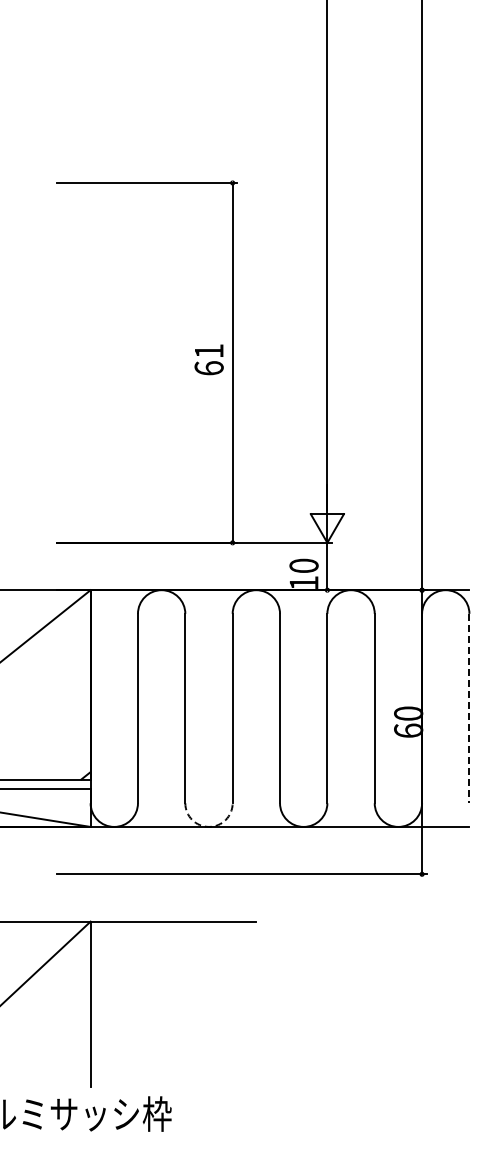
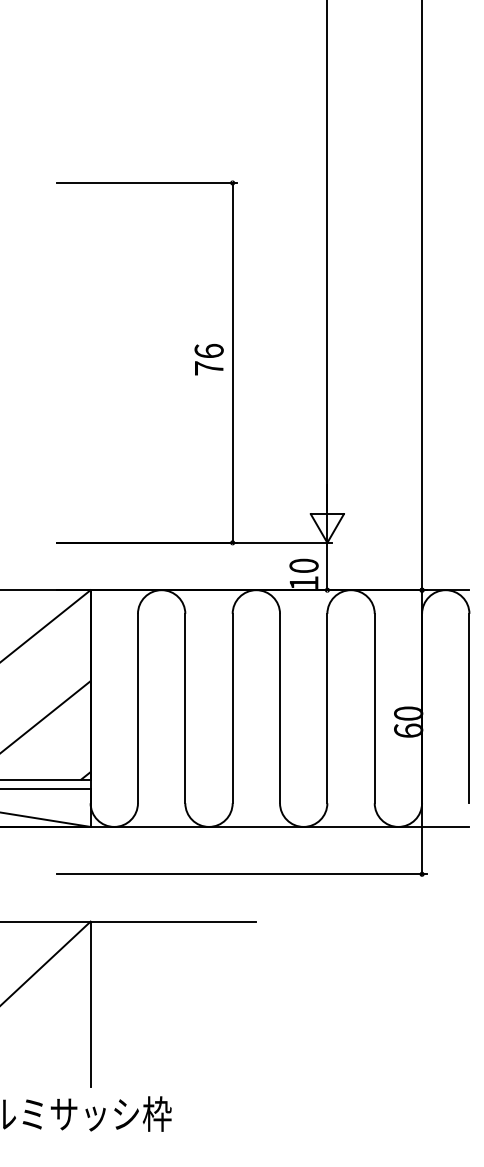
text at (208, 359): 61 -> 76
line at (469, 708): dashed -> solid
line at (46, 716): none -> present
arc at (209, 826): dashed -> solid
